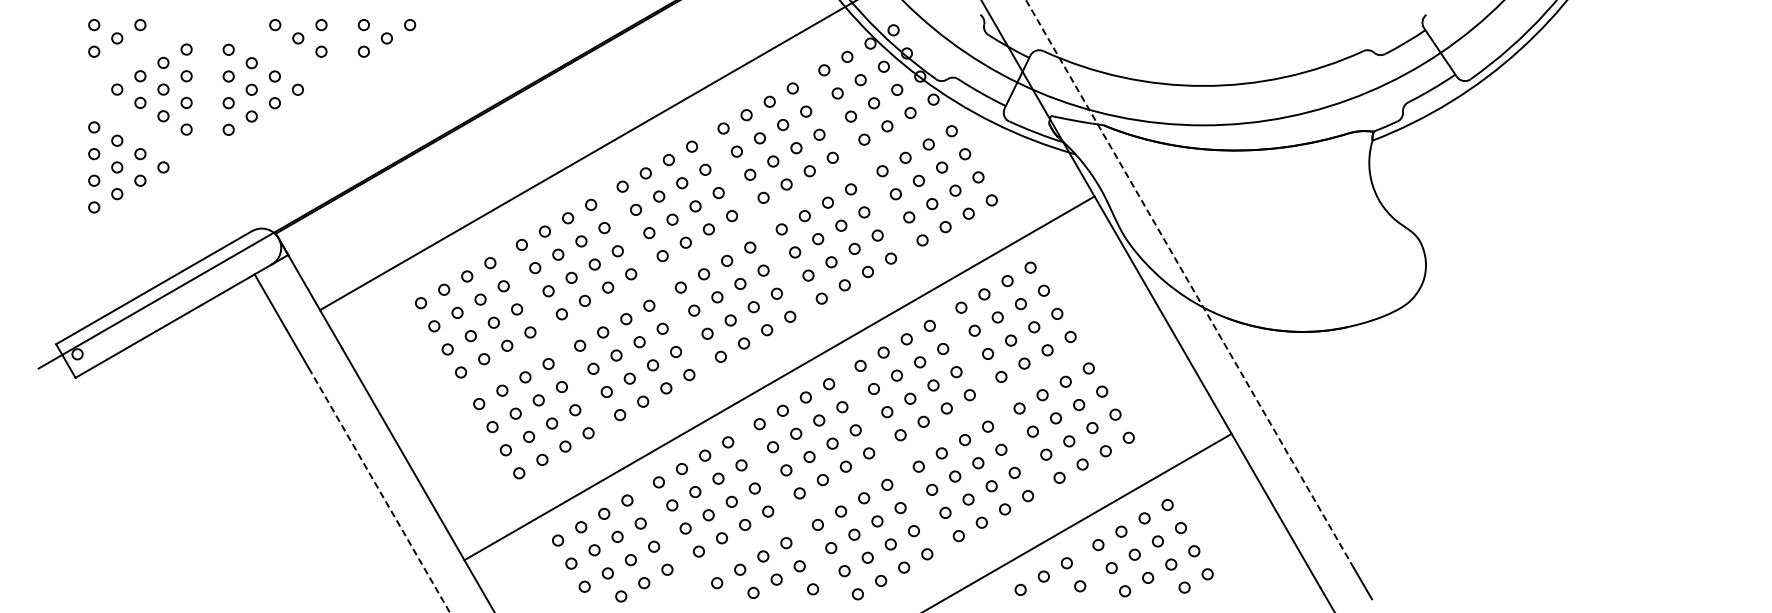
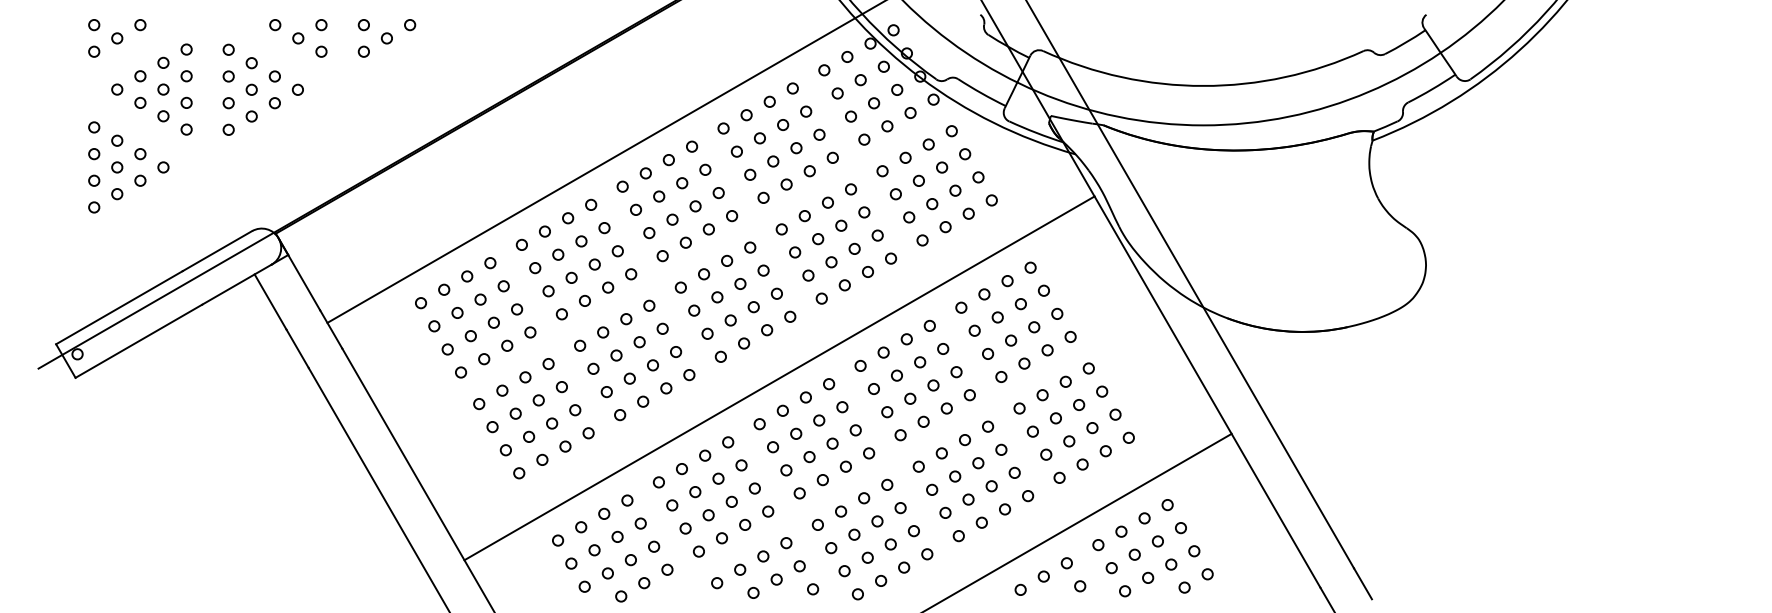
line at (586, 155) position: (586, 155) -> (605, 162)
line at (1189, 283): dashed -> solid
line at (379, 490): dashed -> solid
